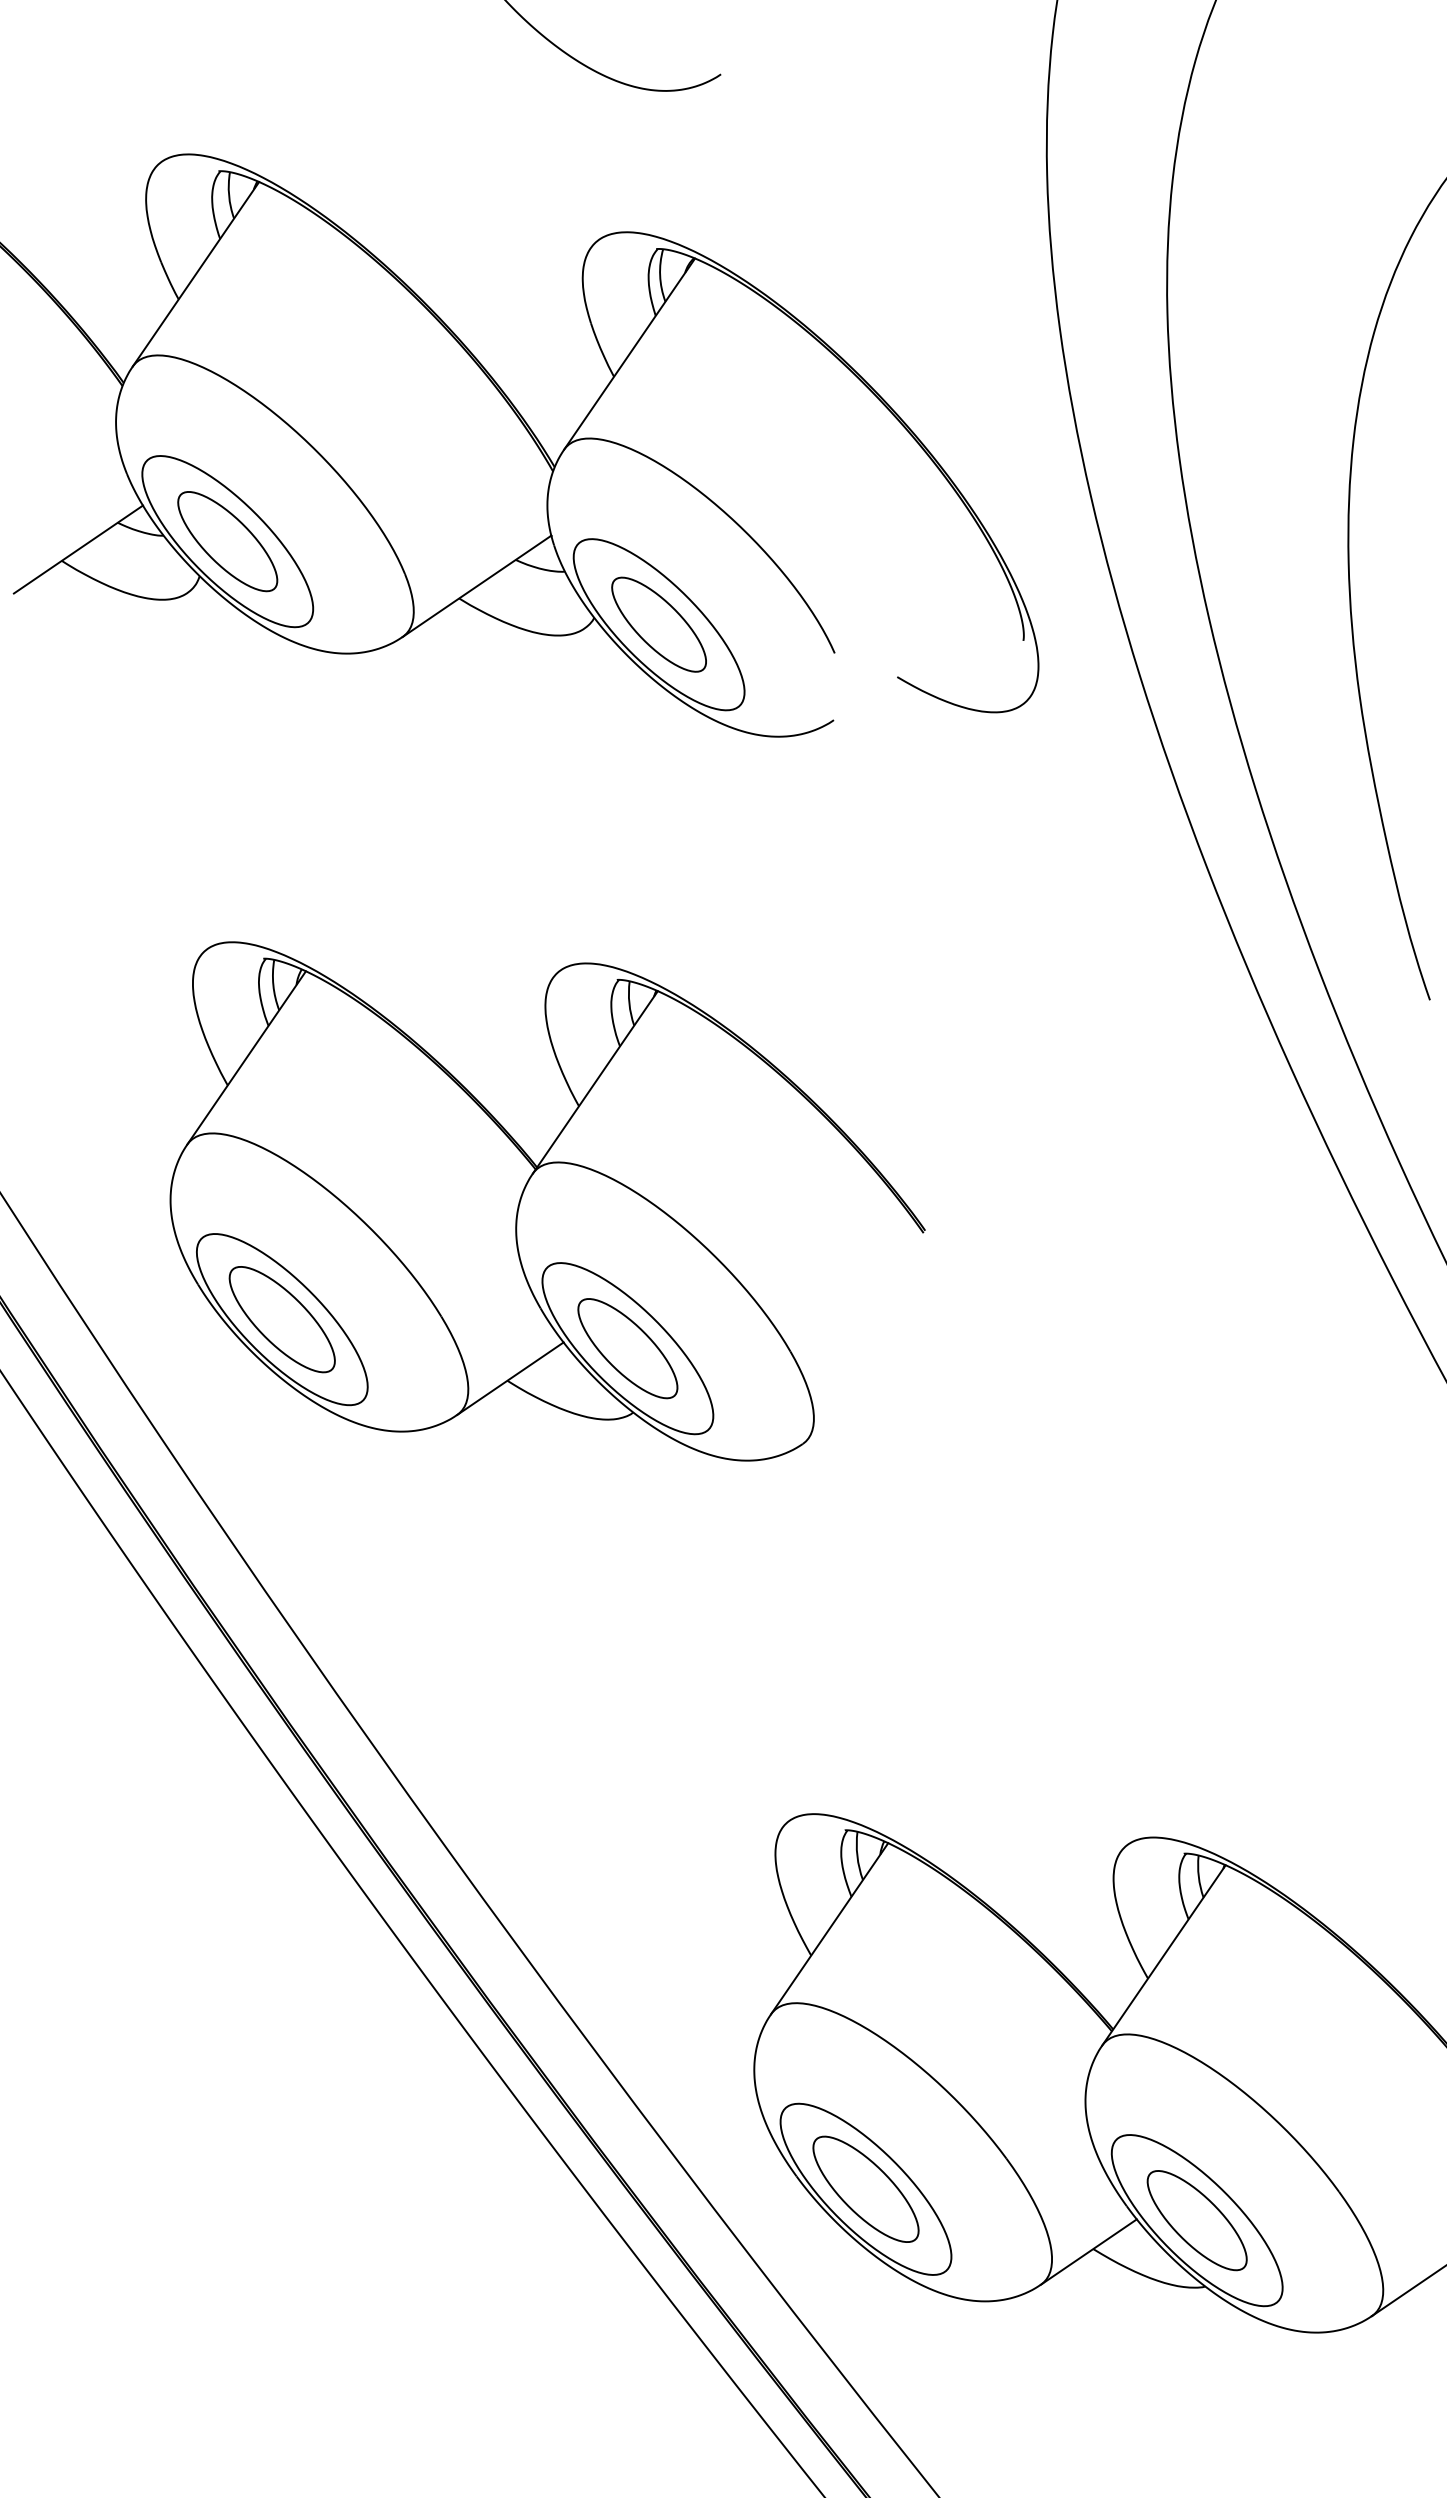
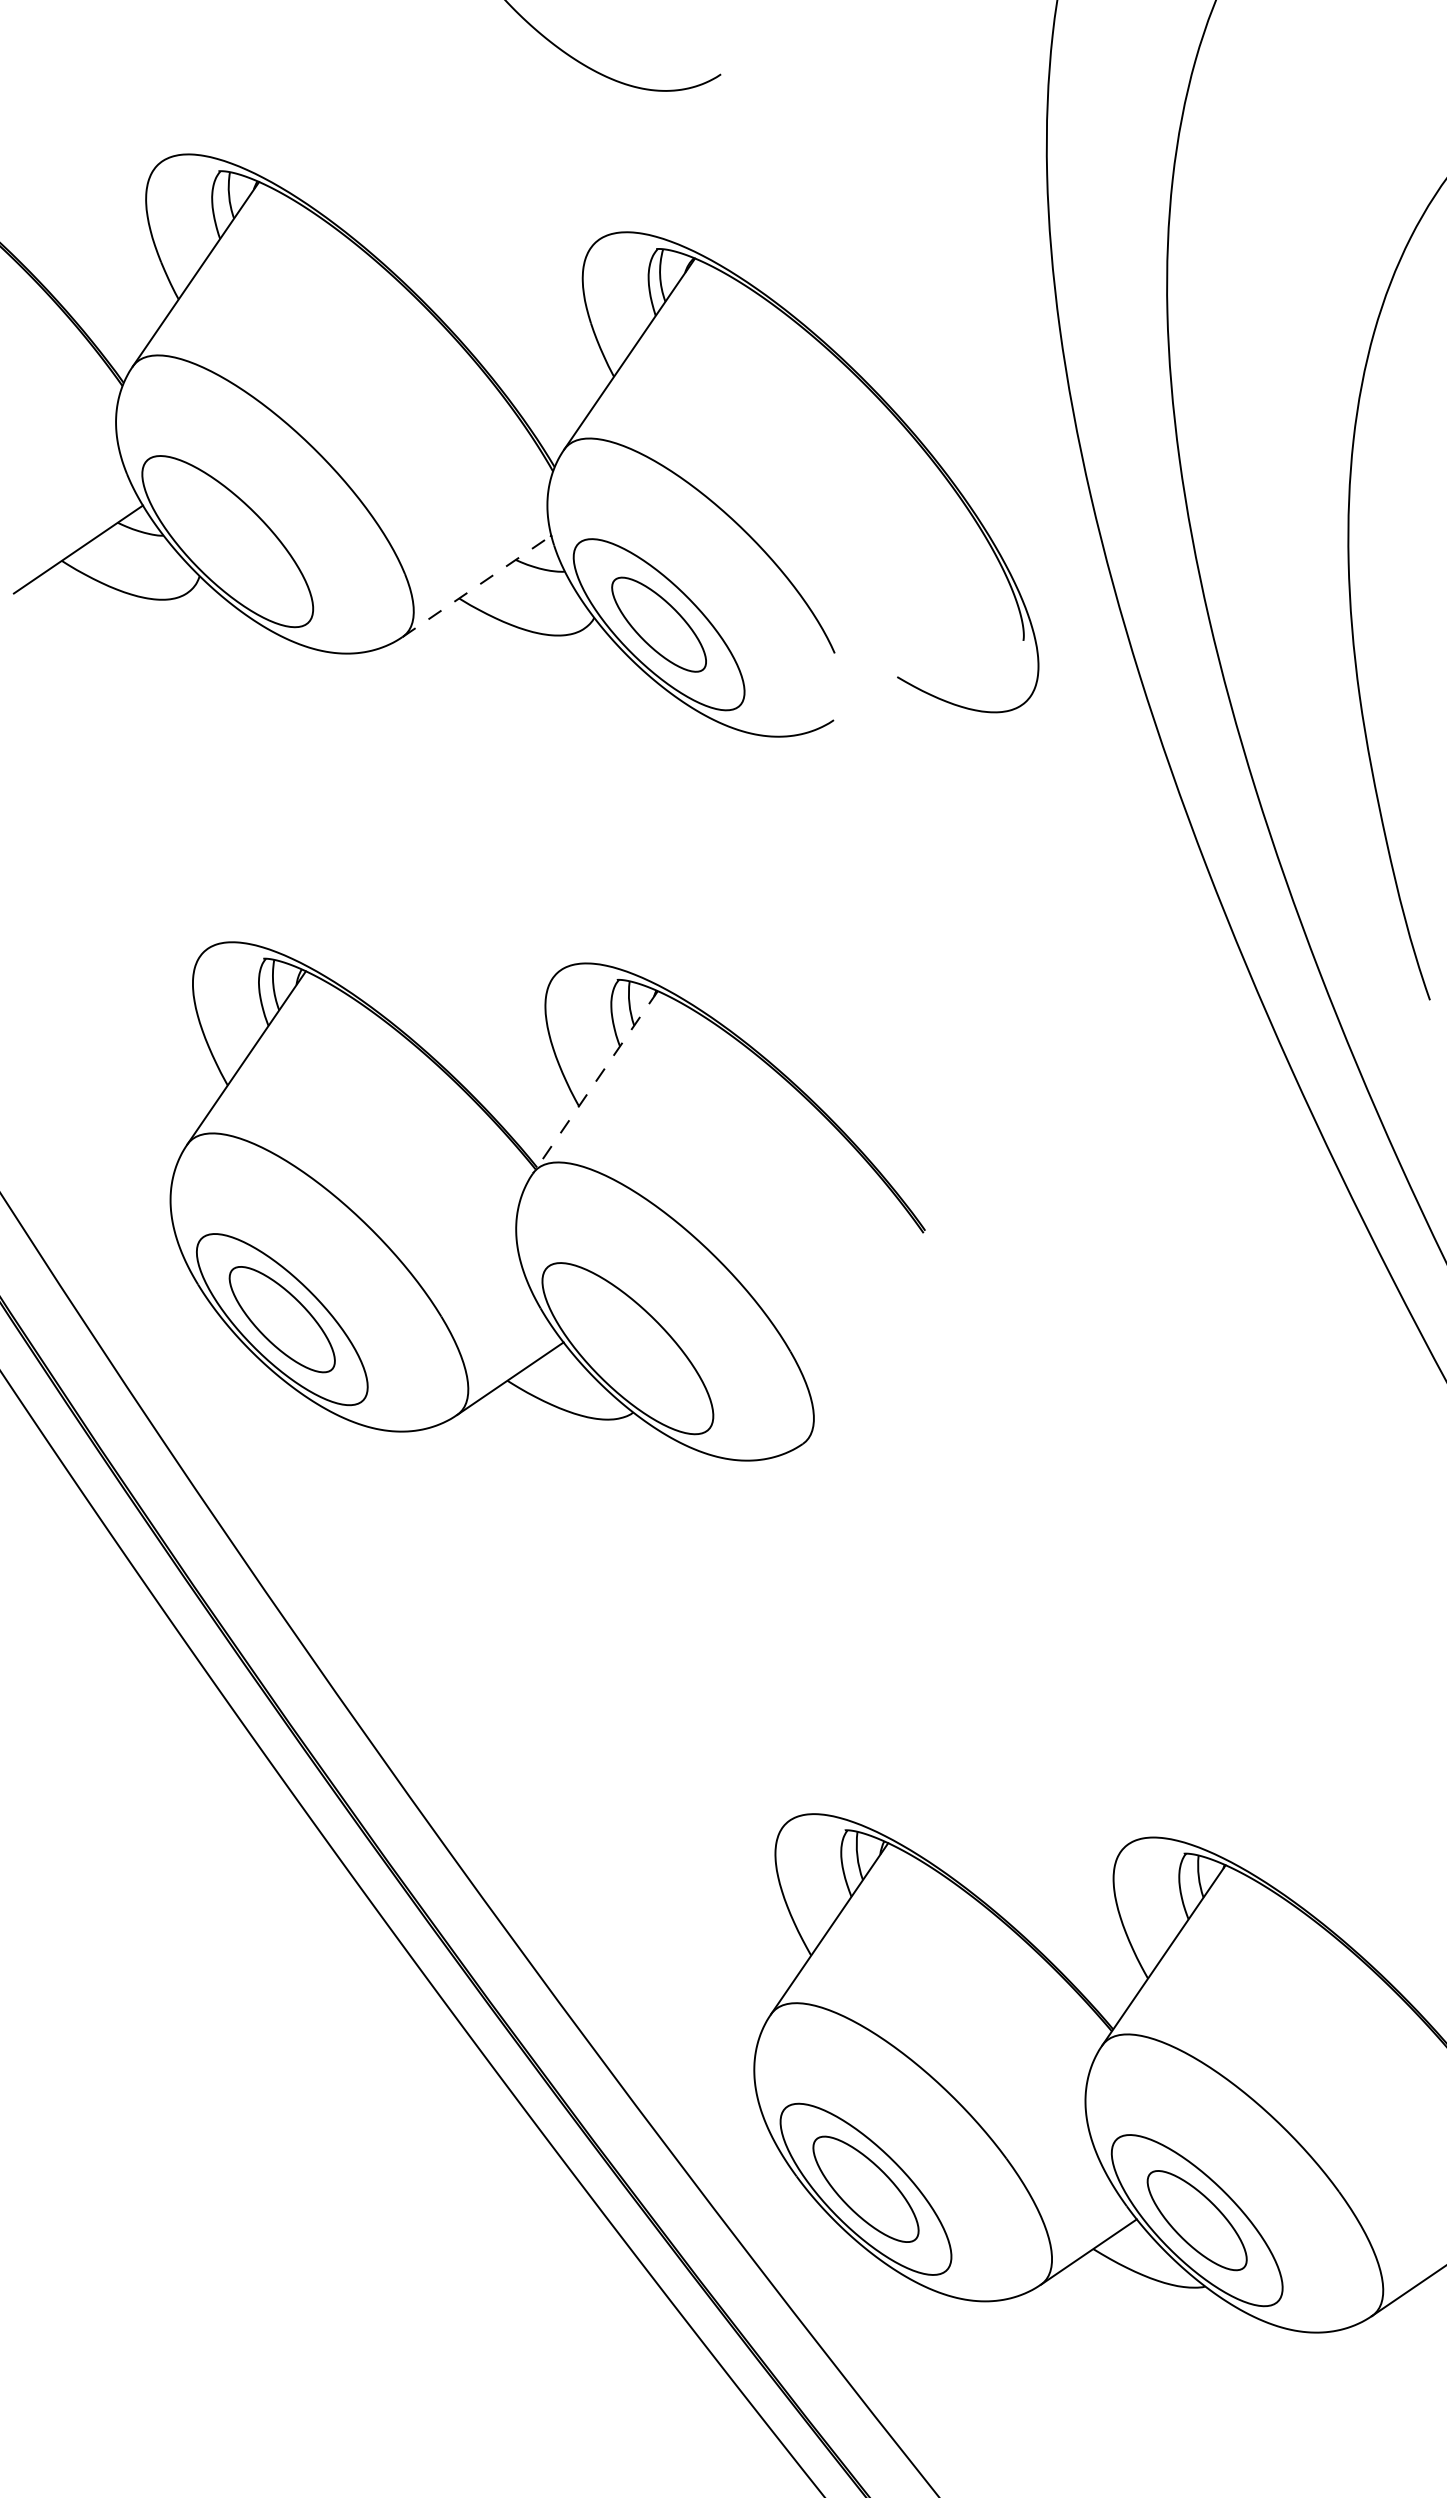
part at (227, 541): present -> none
line at (476, 586): solid -> dashed
line at (595, 1082): solid -> dashed
part at (627, 1348): present -> none
